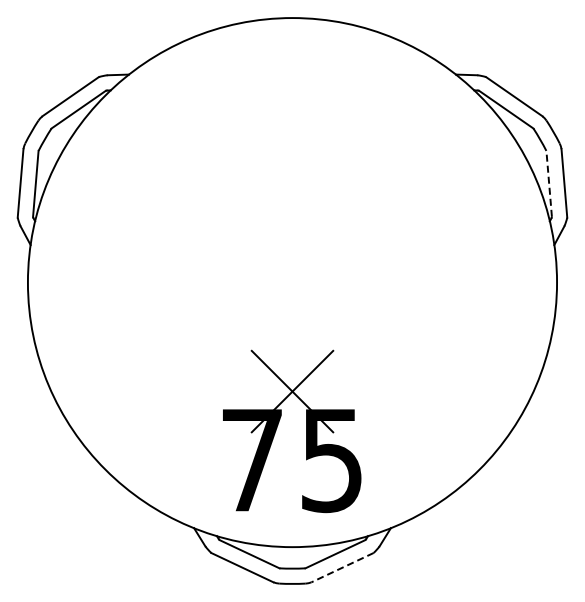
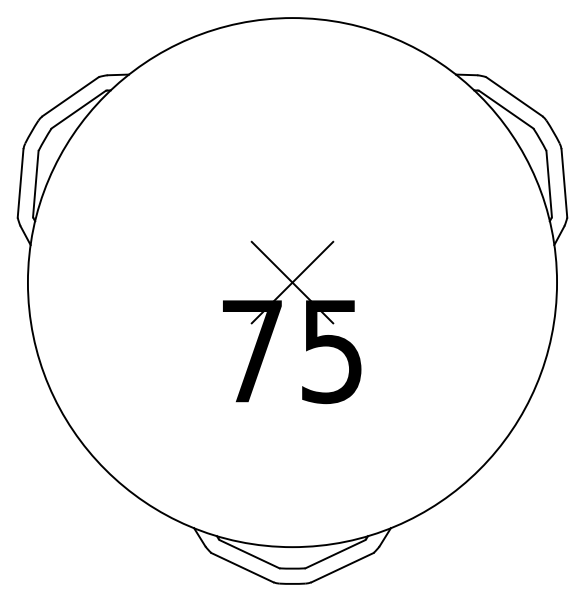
line at (549, 183): dashed -> solid
part at (306, 431) position: (306, 431) -> (306, 322)
line at (342, 567): dashed -> solid
